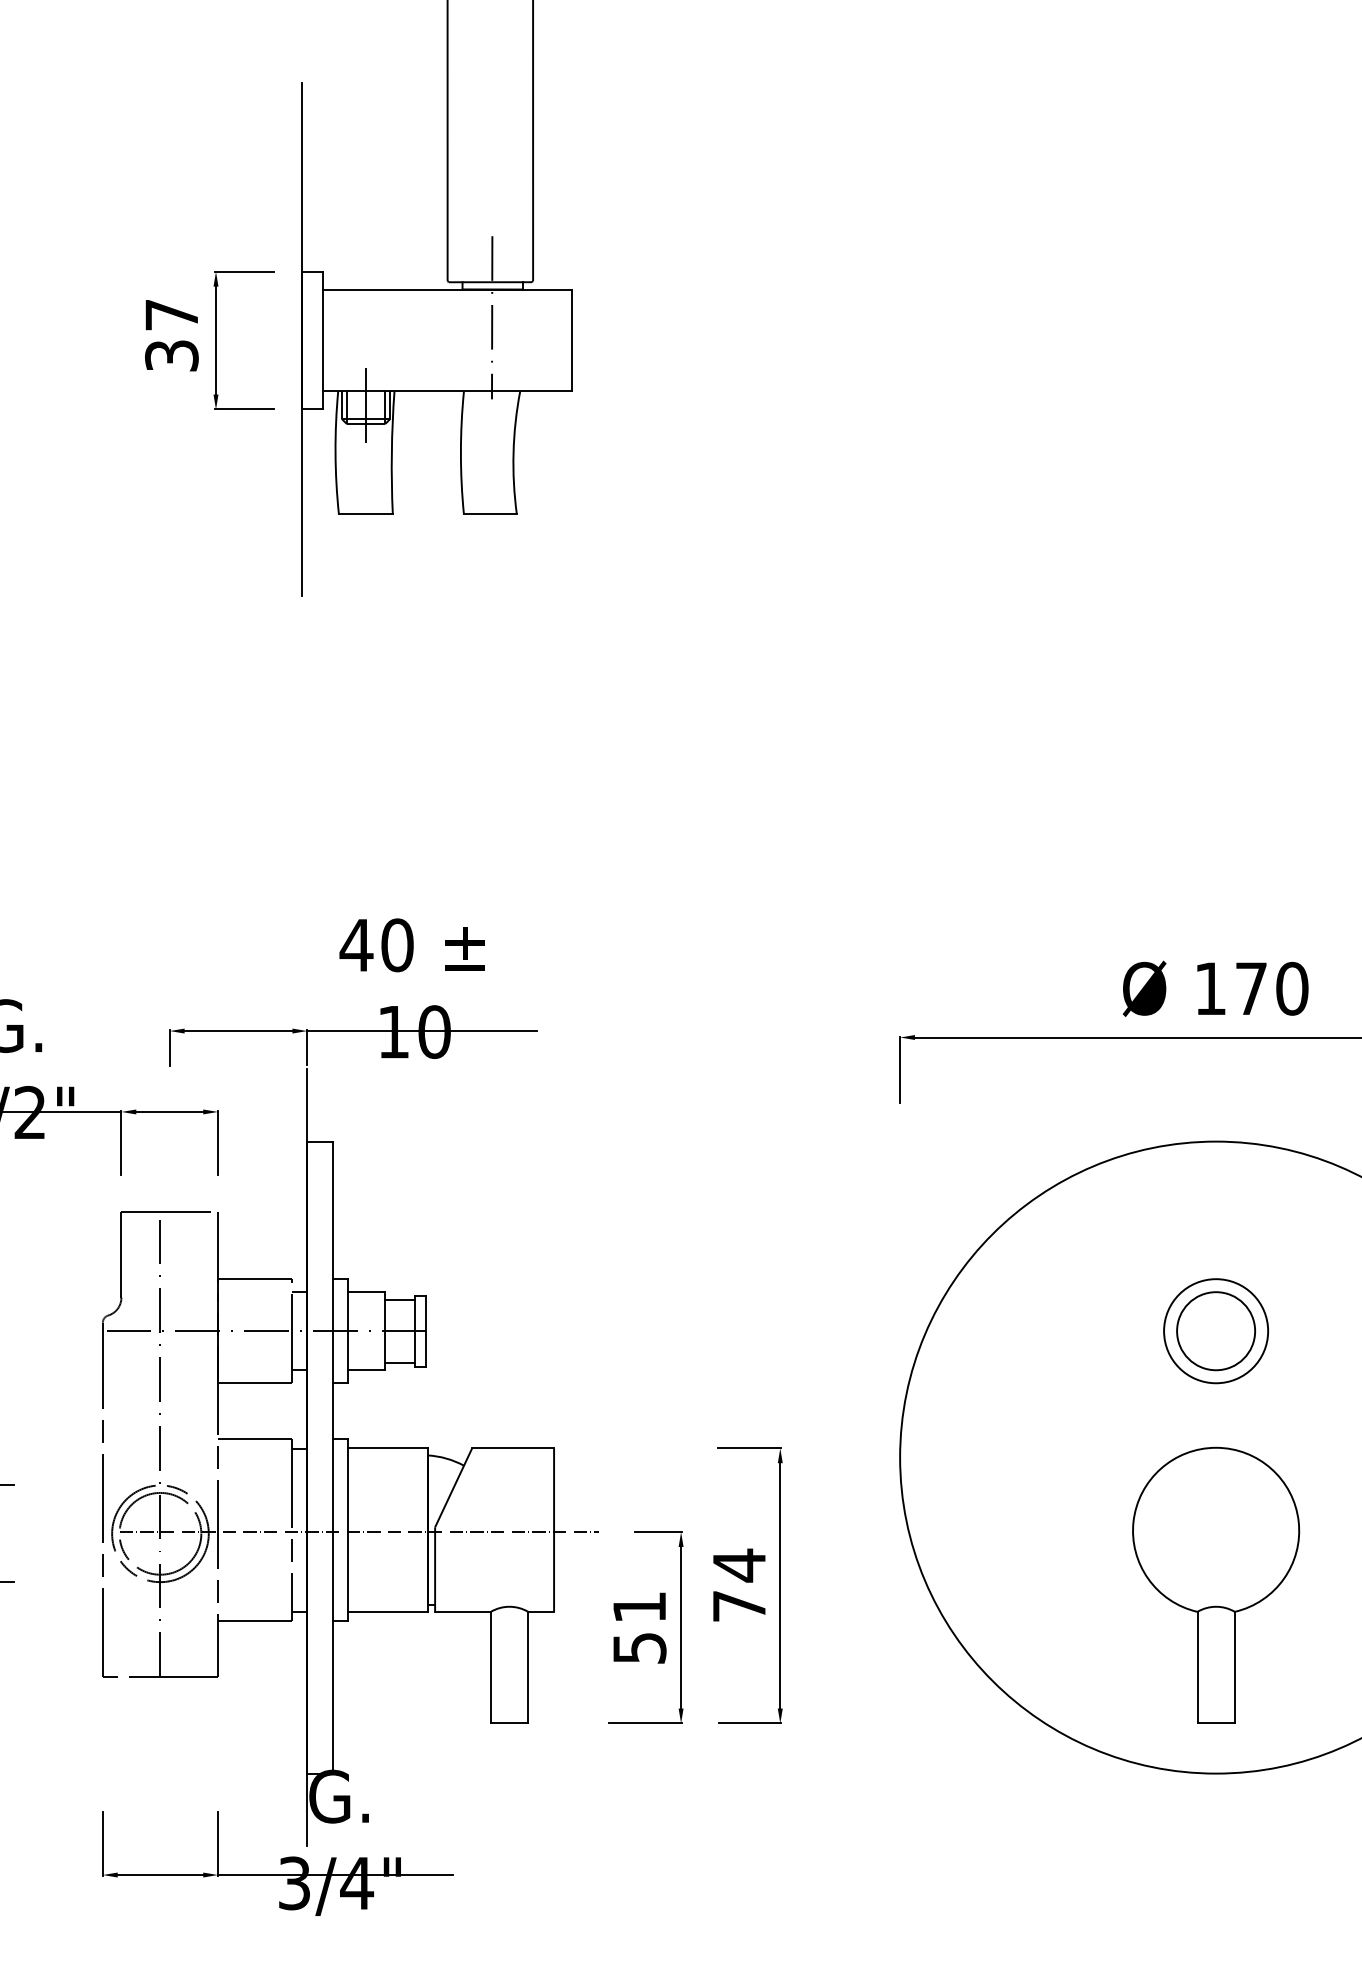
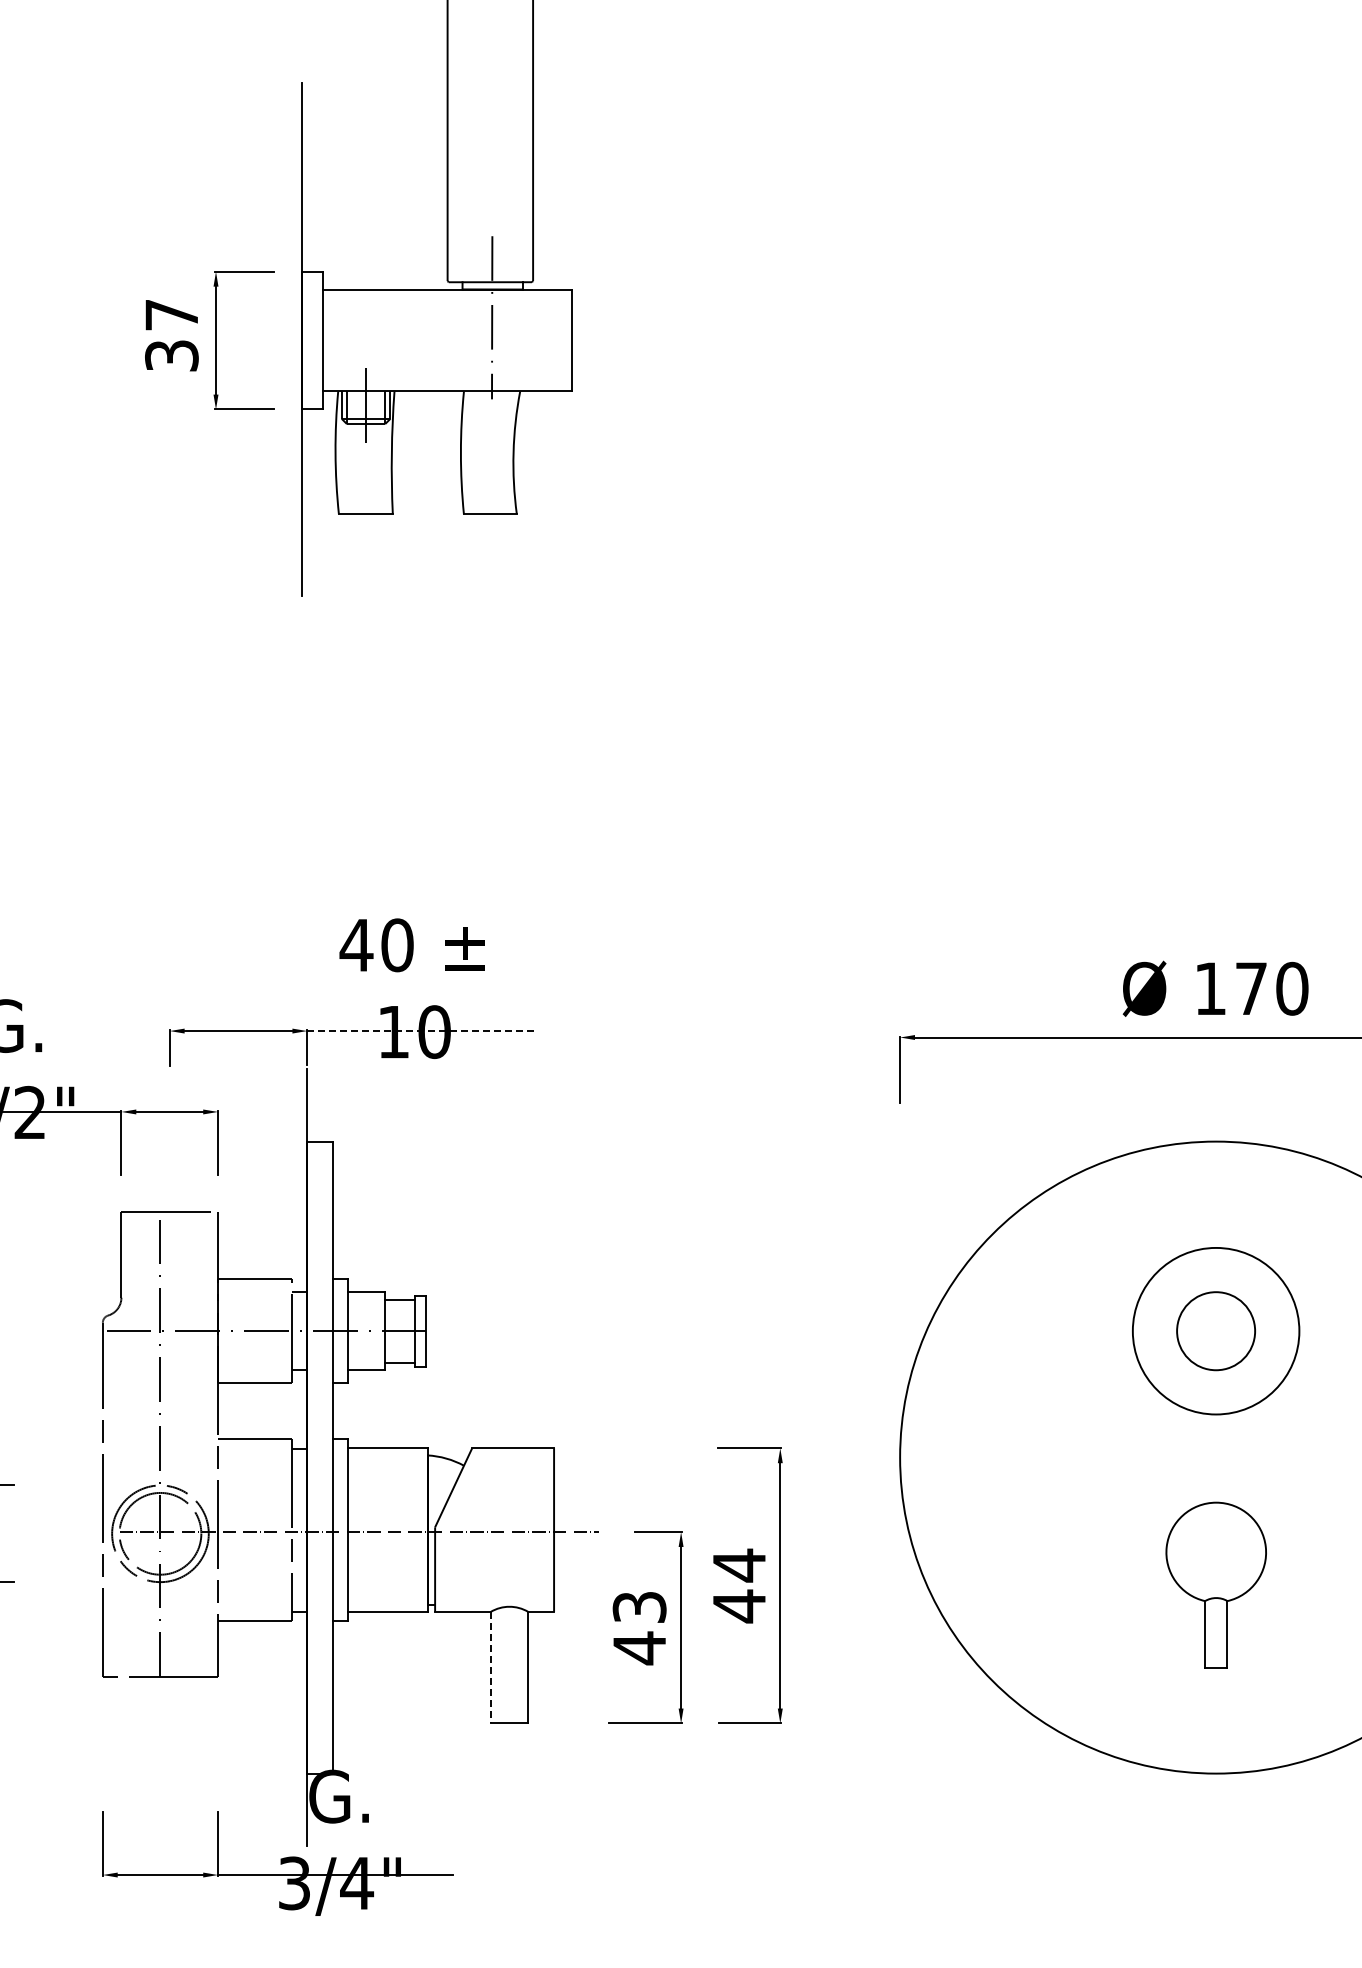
line at (421, 1031): solid -> dashed
circle at (1216, 1331) diameter: 104 px -> 167 px
part at (1216, 1584) size: 169x278 px -> 102x168 px
text at (739, 1606): 74 -> 44
text at (639, 1628): 51 -> 43
line at (490, 1667): solid -> dashed
